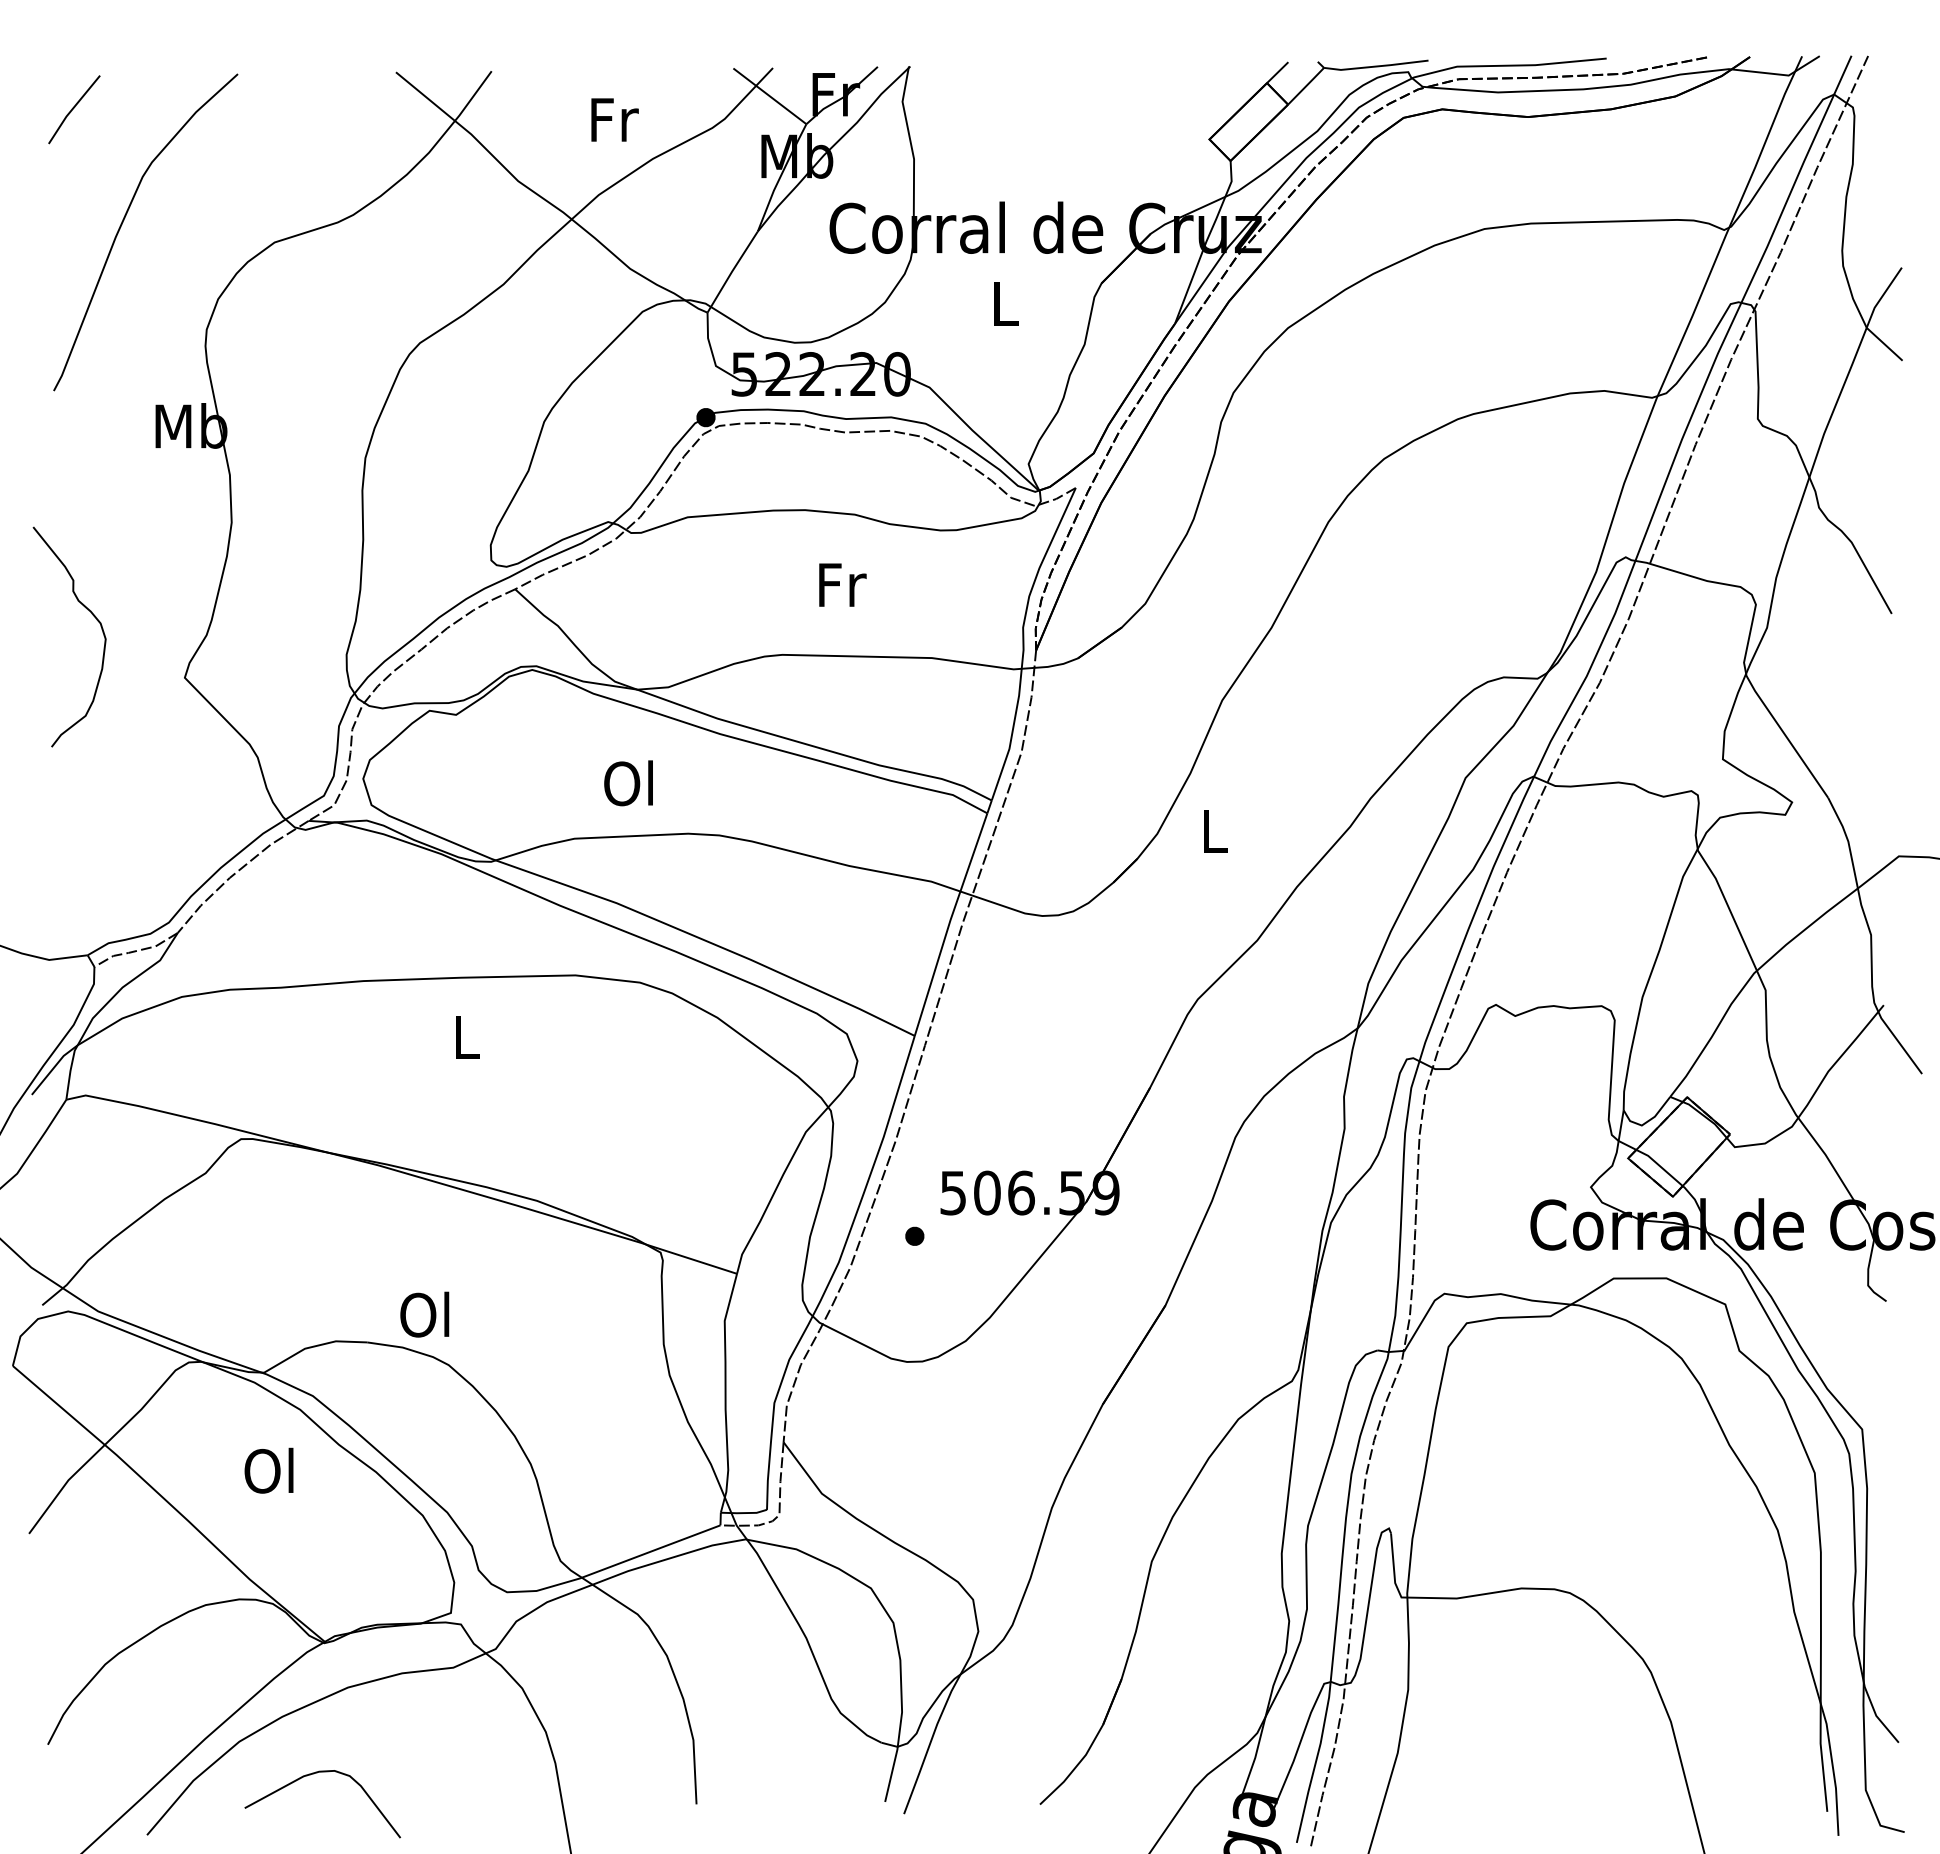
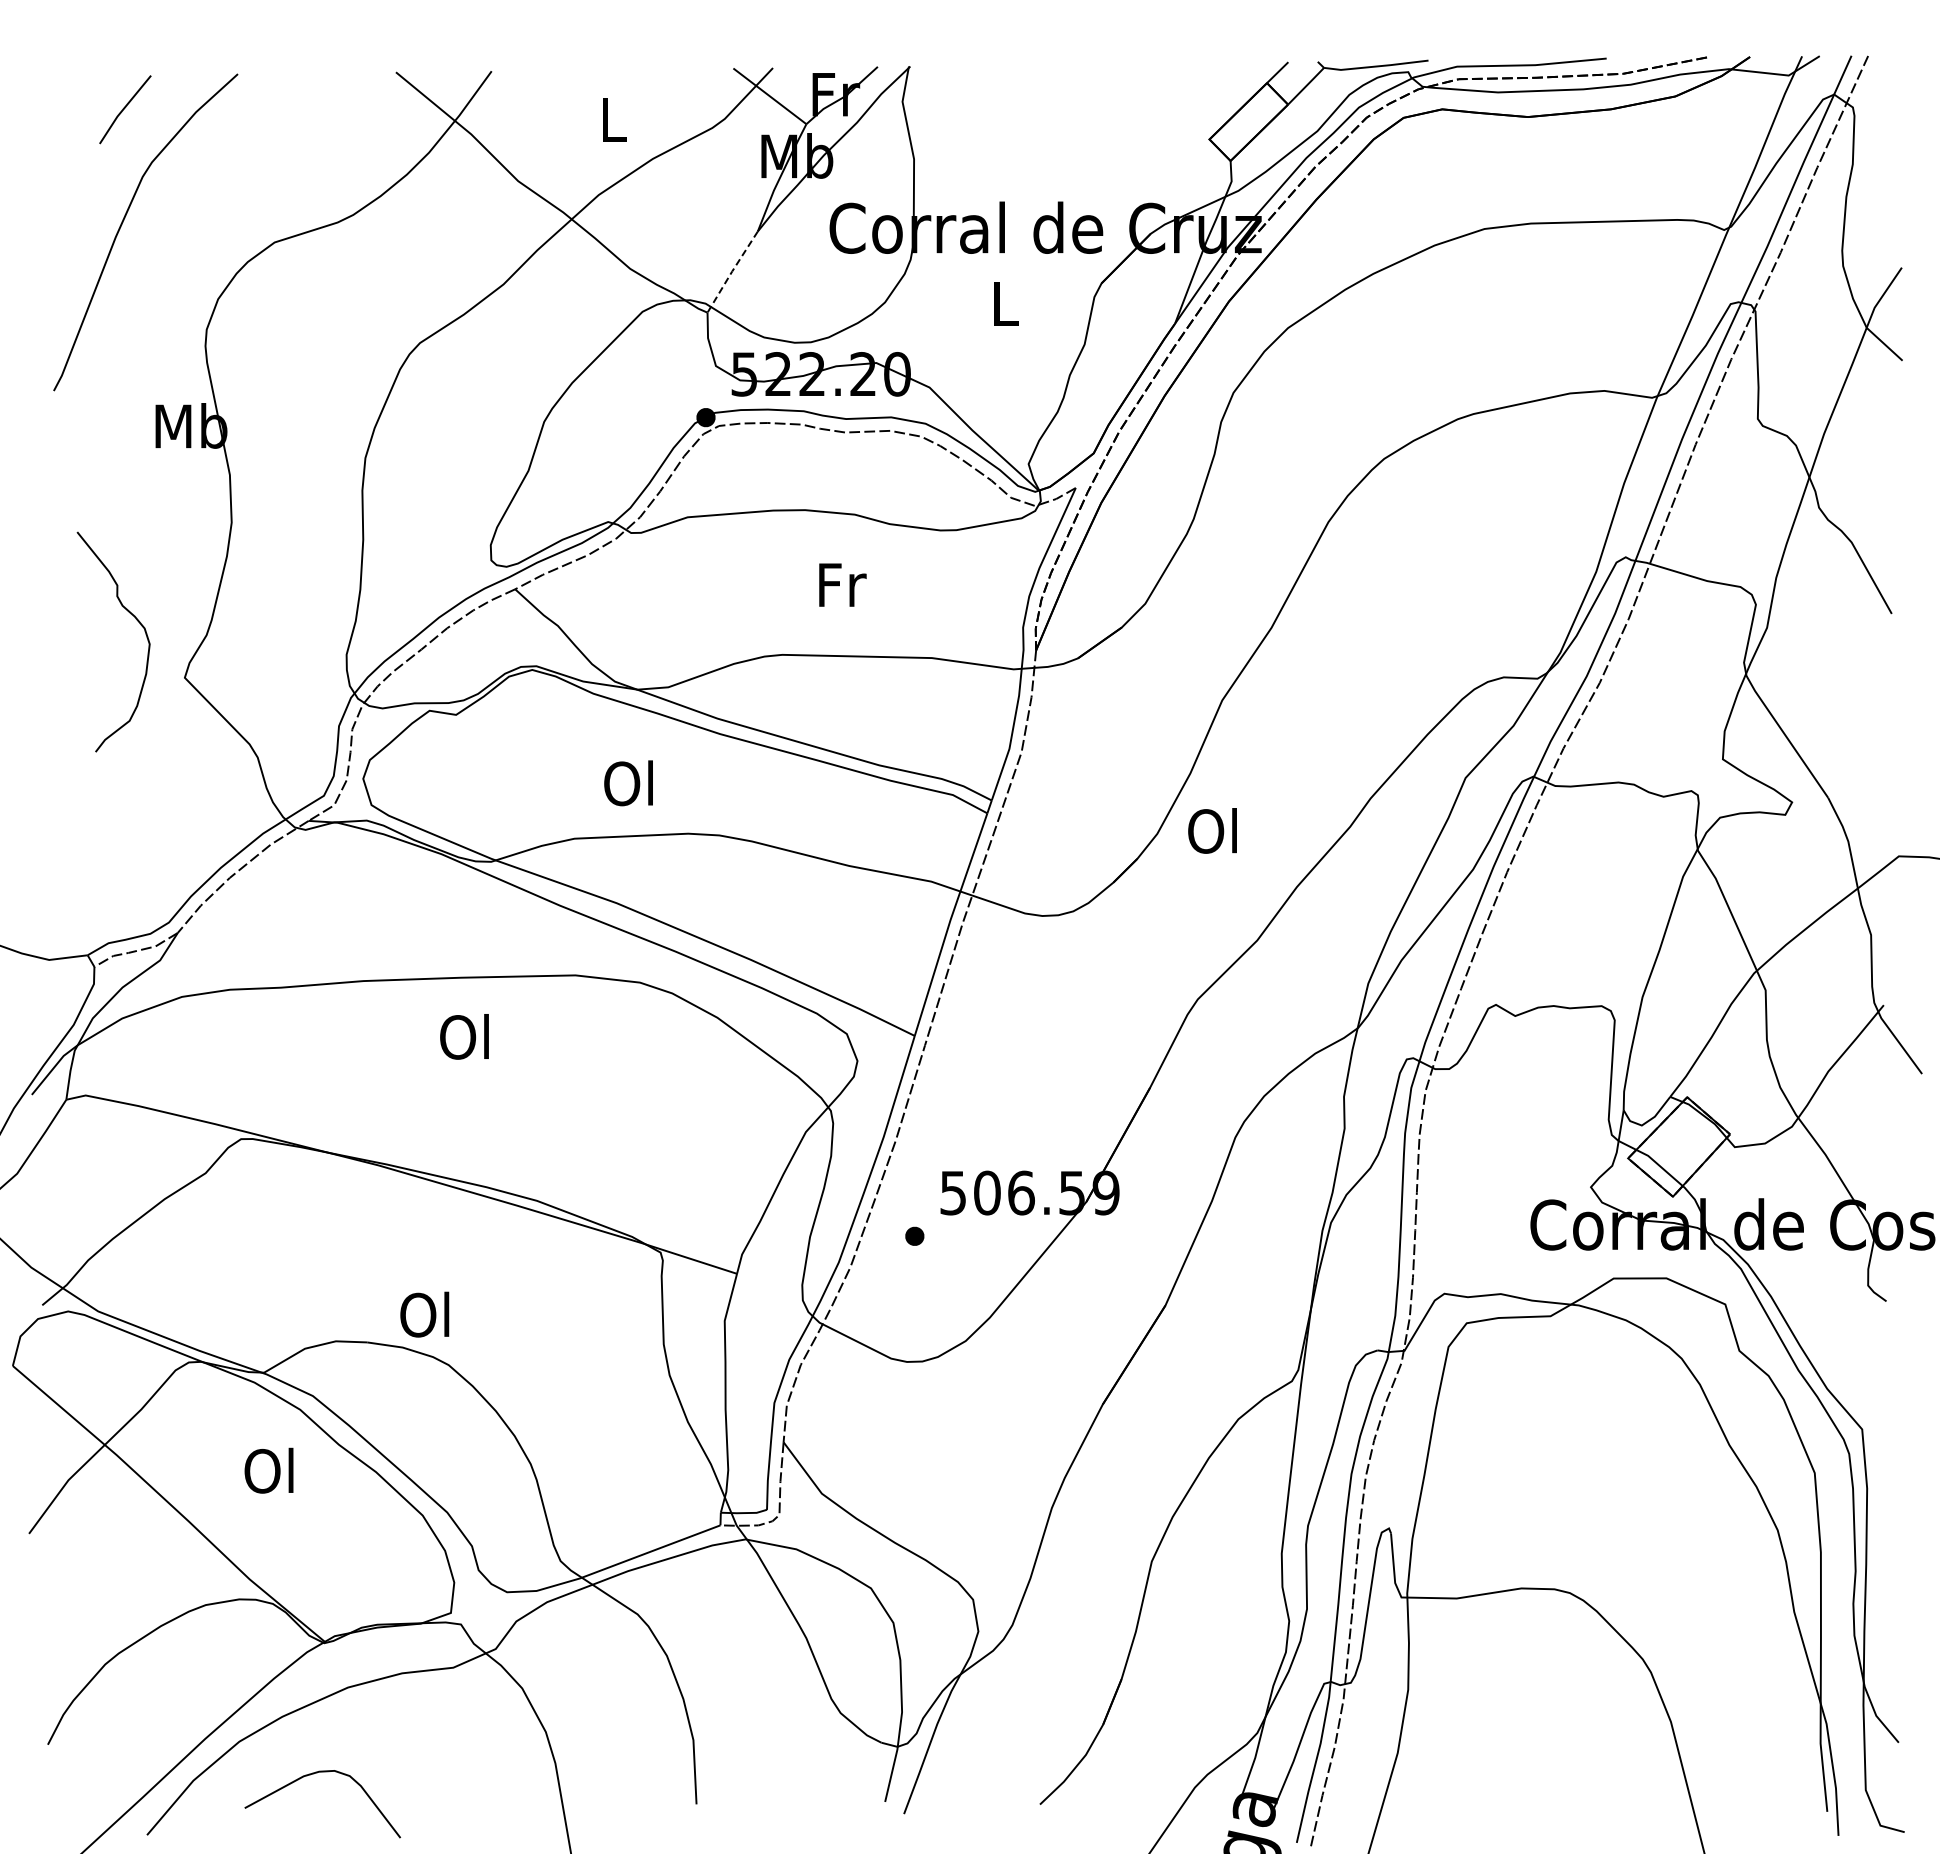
line at (74, 108) position: (74, 108) -> (125, 108)
text at (614, 119): Fr -> L
line at (732, 271): solid -> dashed
curve at (92, 615) position: (92, 615) -> (136, 620)
text at (1212, 830): L -> Ol
text at (464, 1036): L -> Ol
